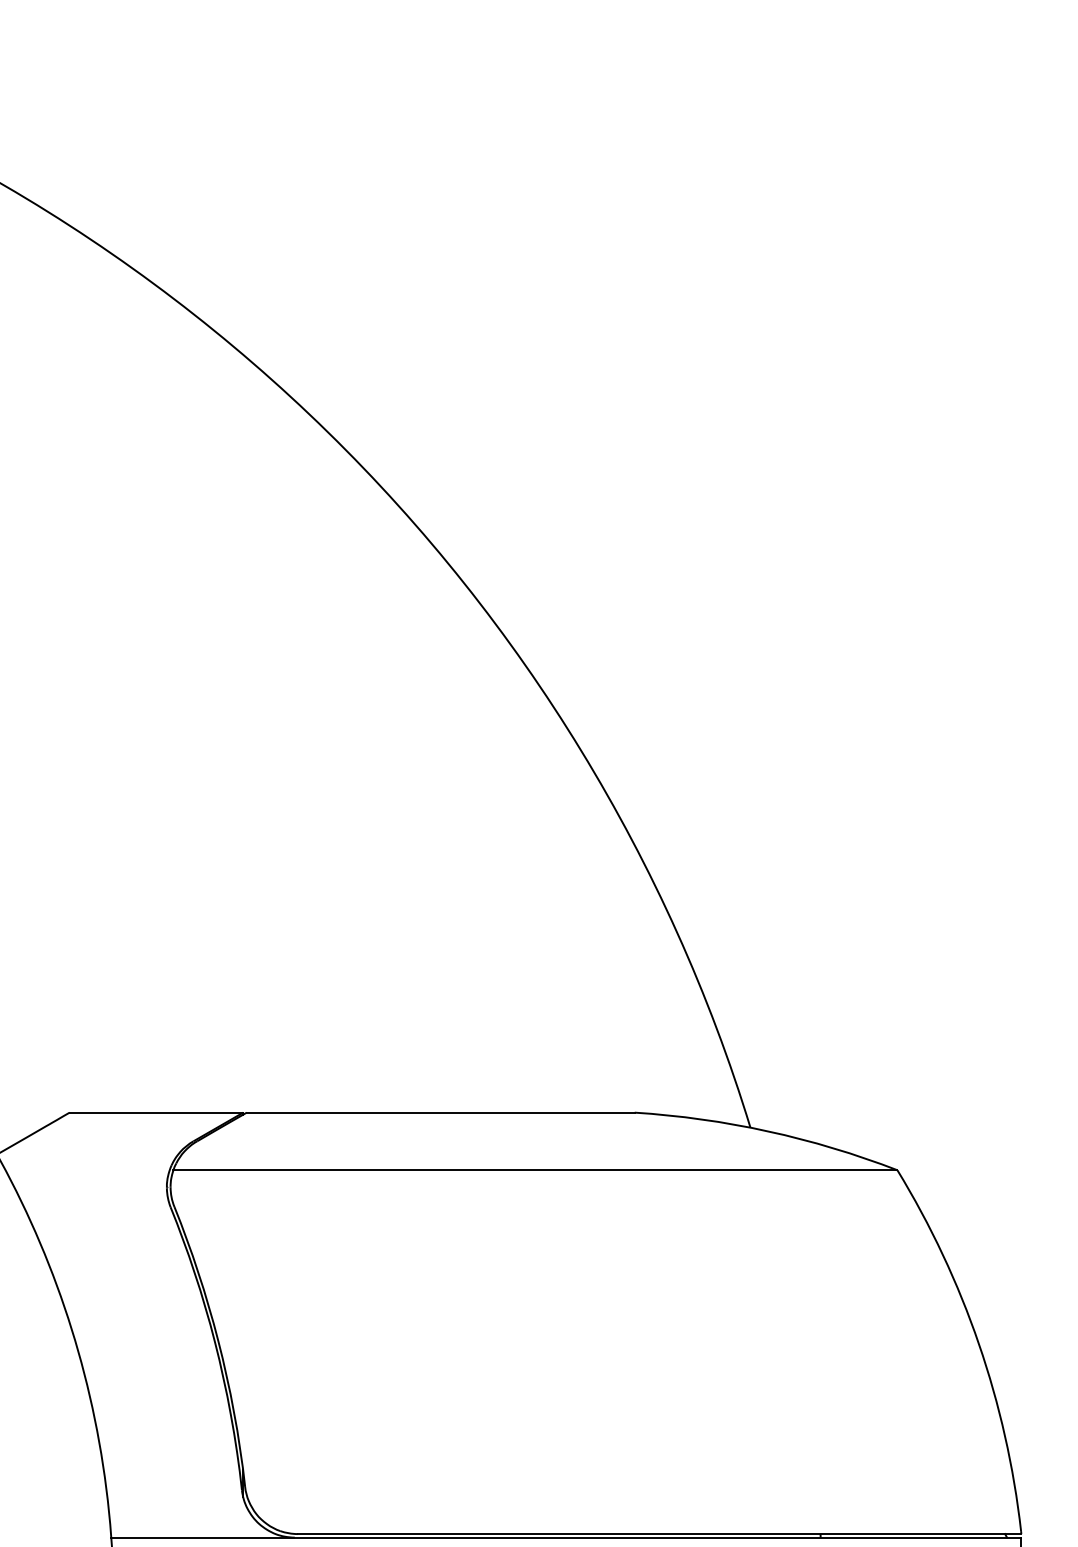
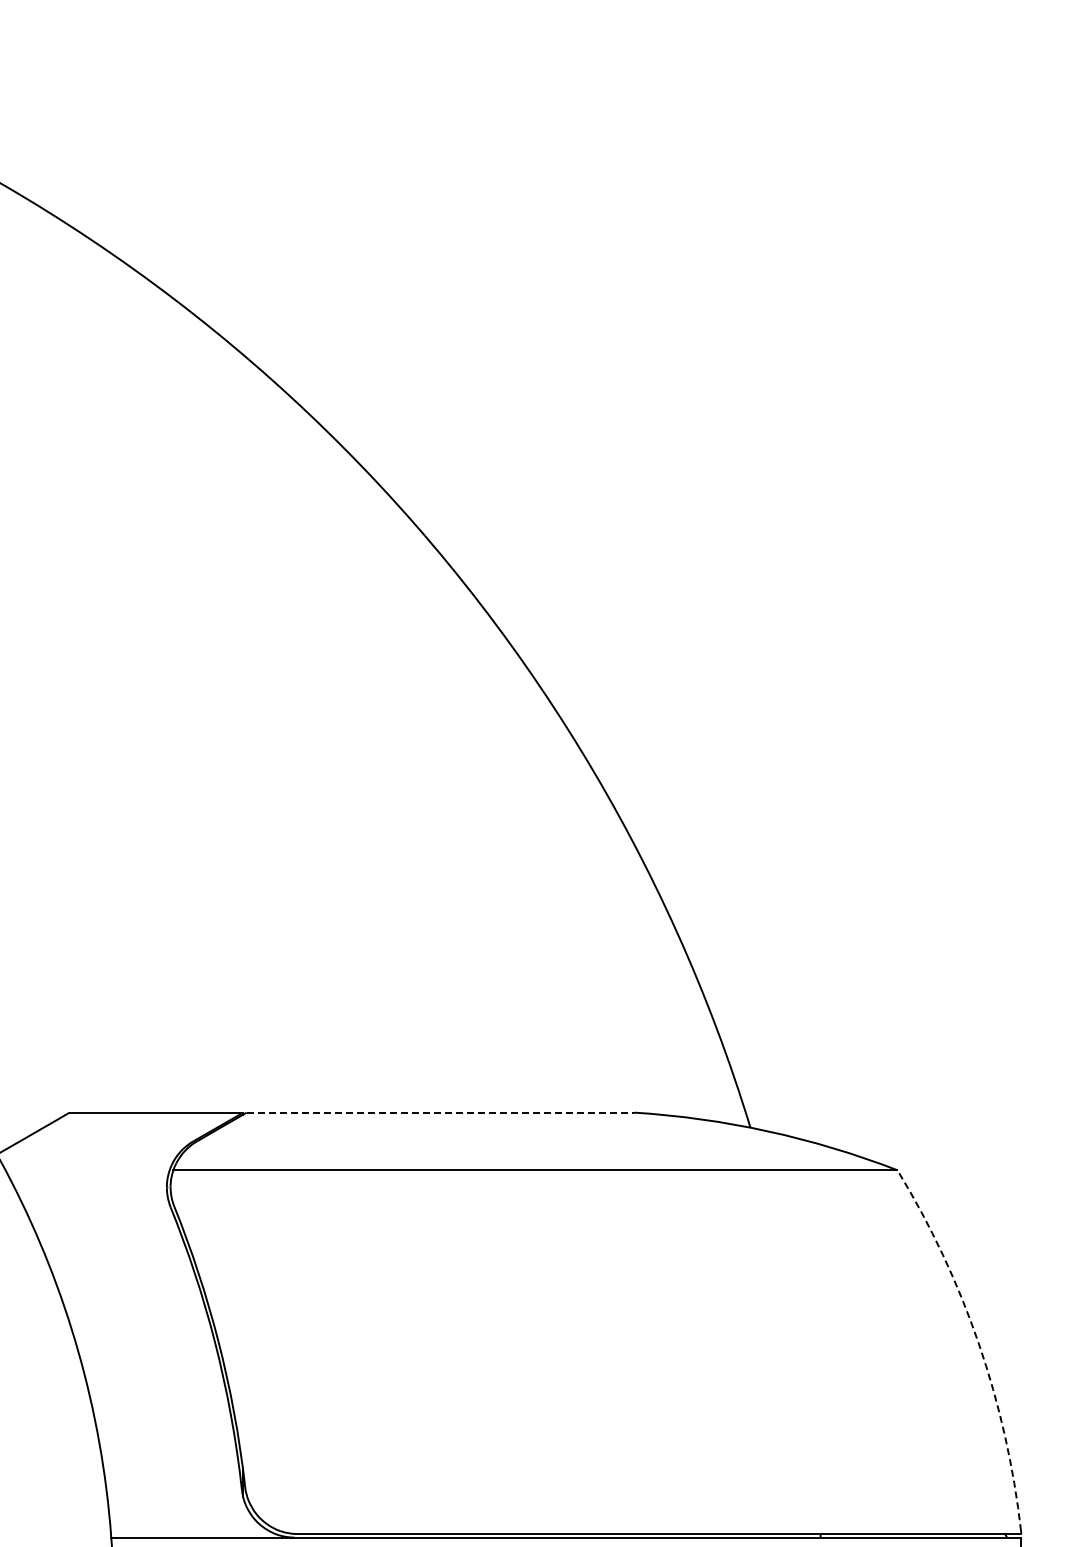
line at (440, 1112): solid -> dashed
arc at (978, 1343): solid -> dashed
